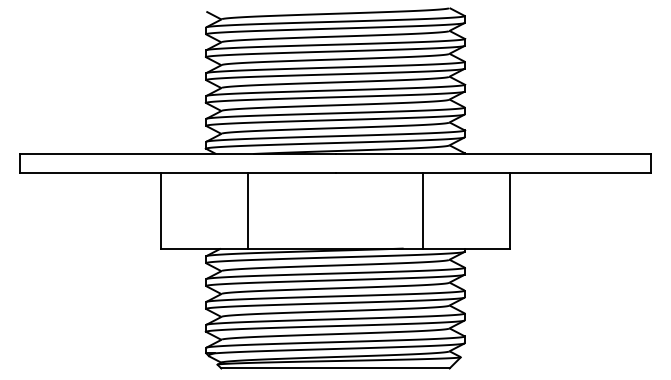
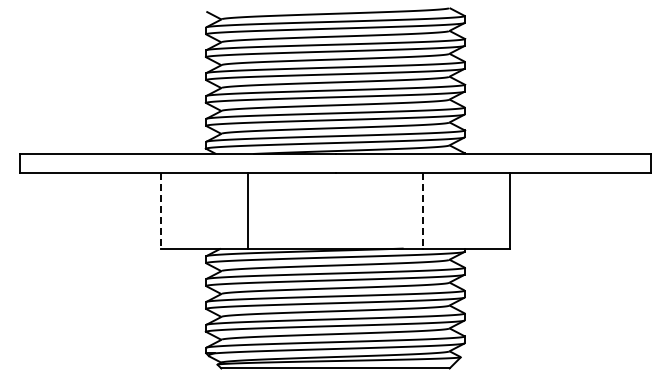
line at (160, 210): solid -> dashed
line at (422, 210): solid -> dashed
